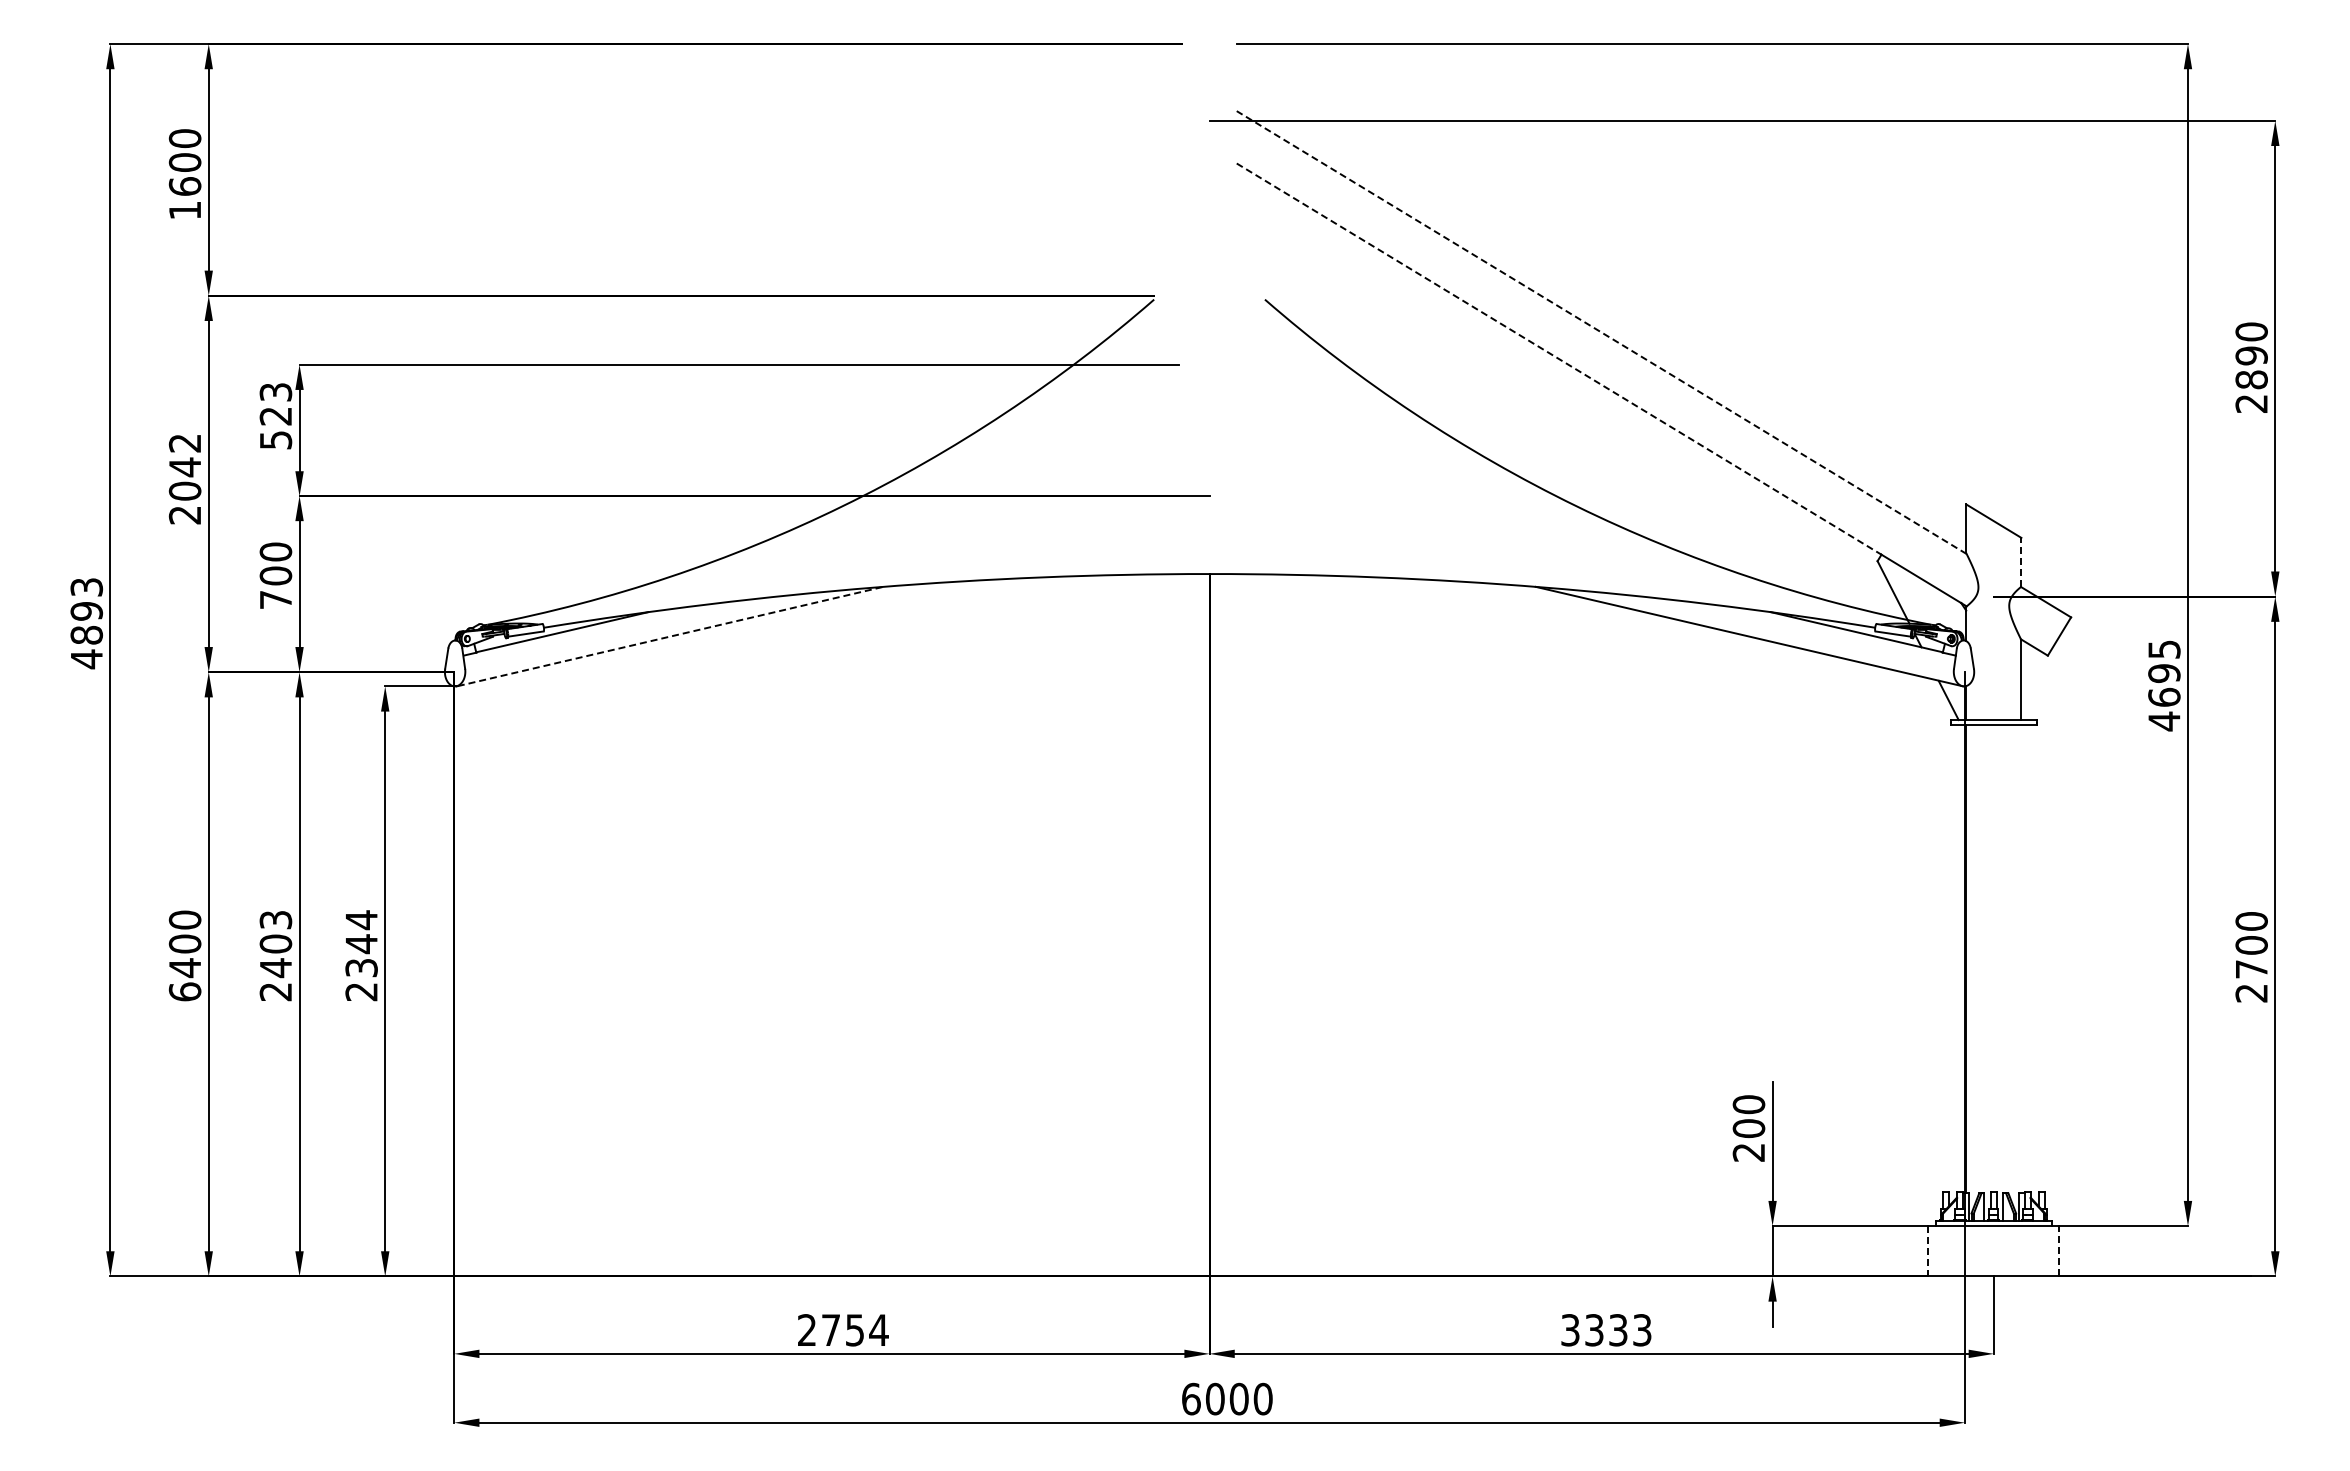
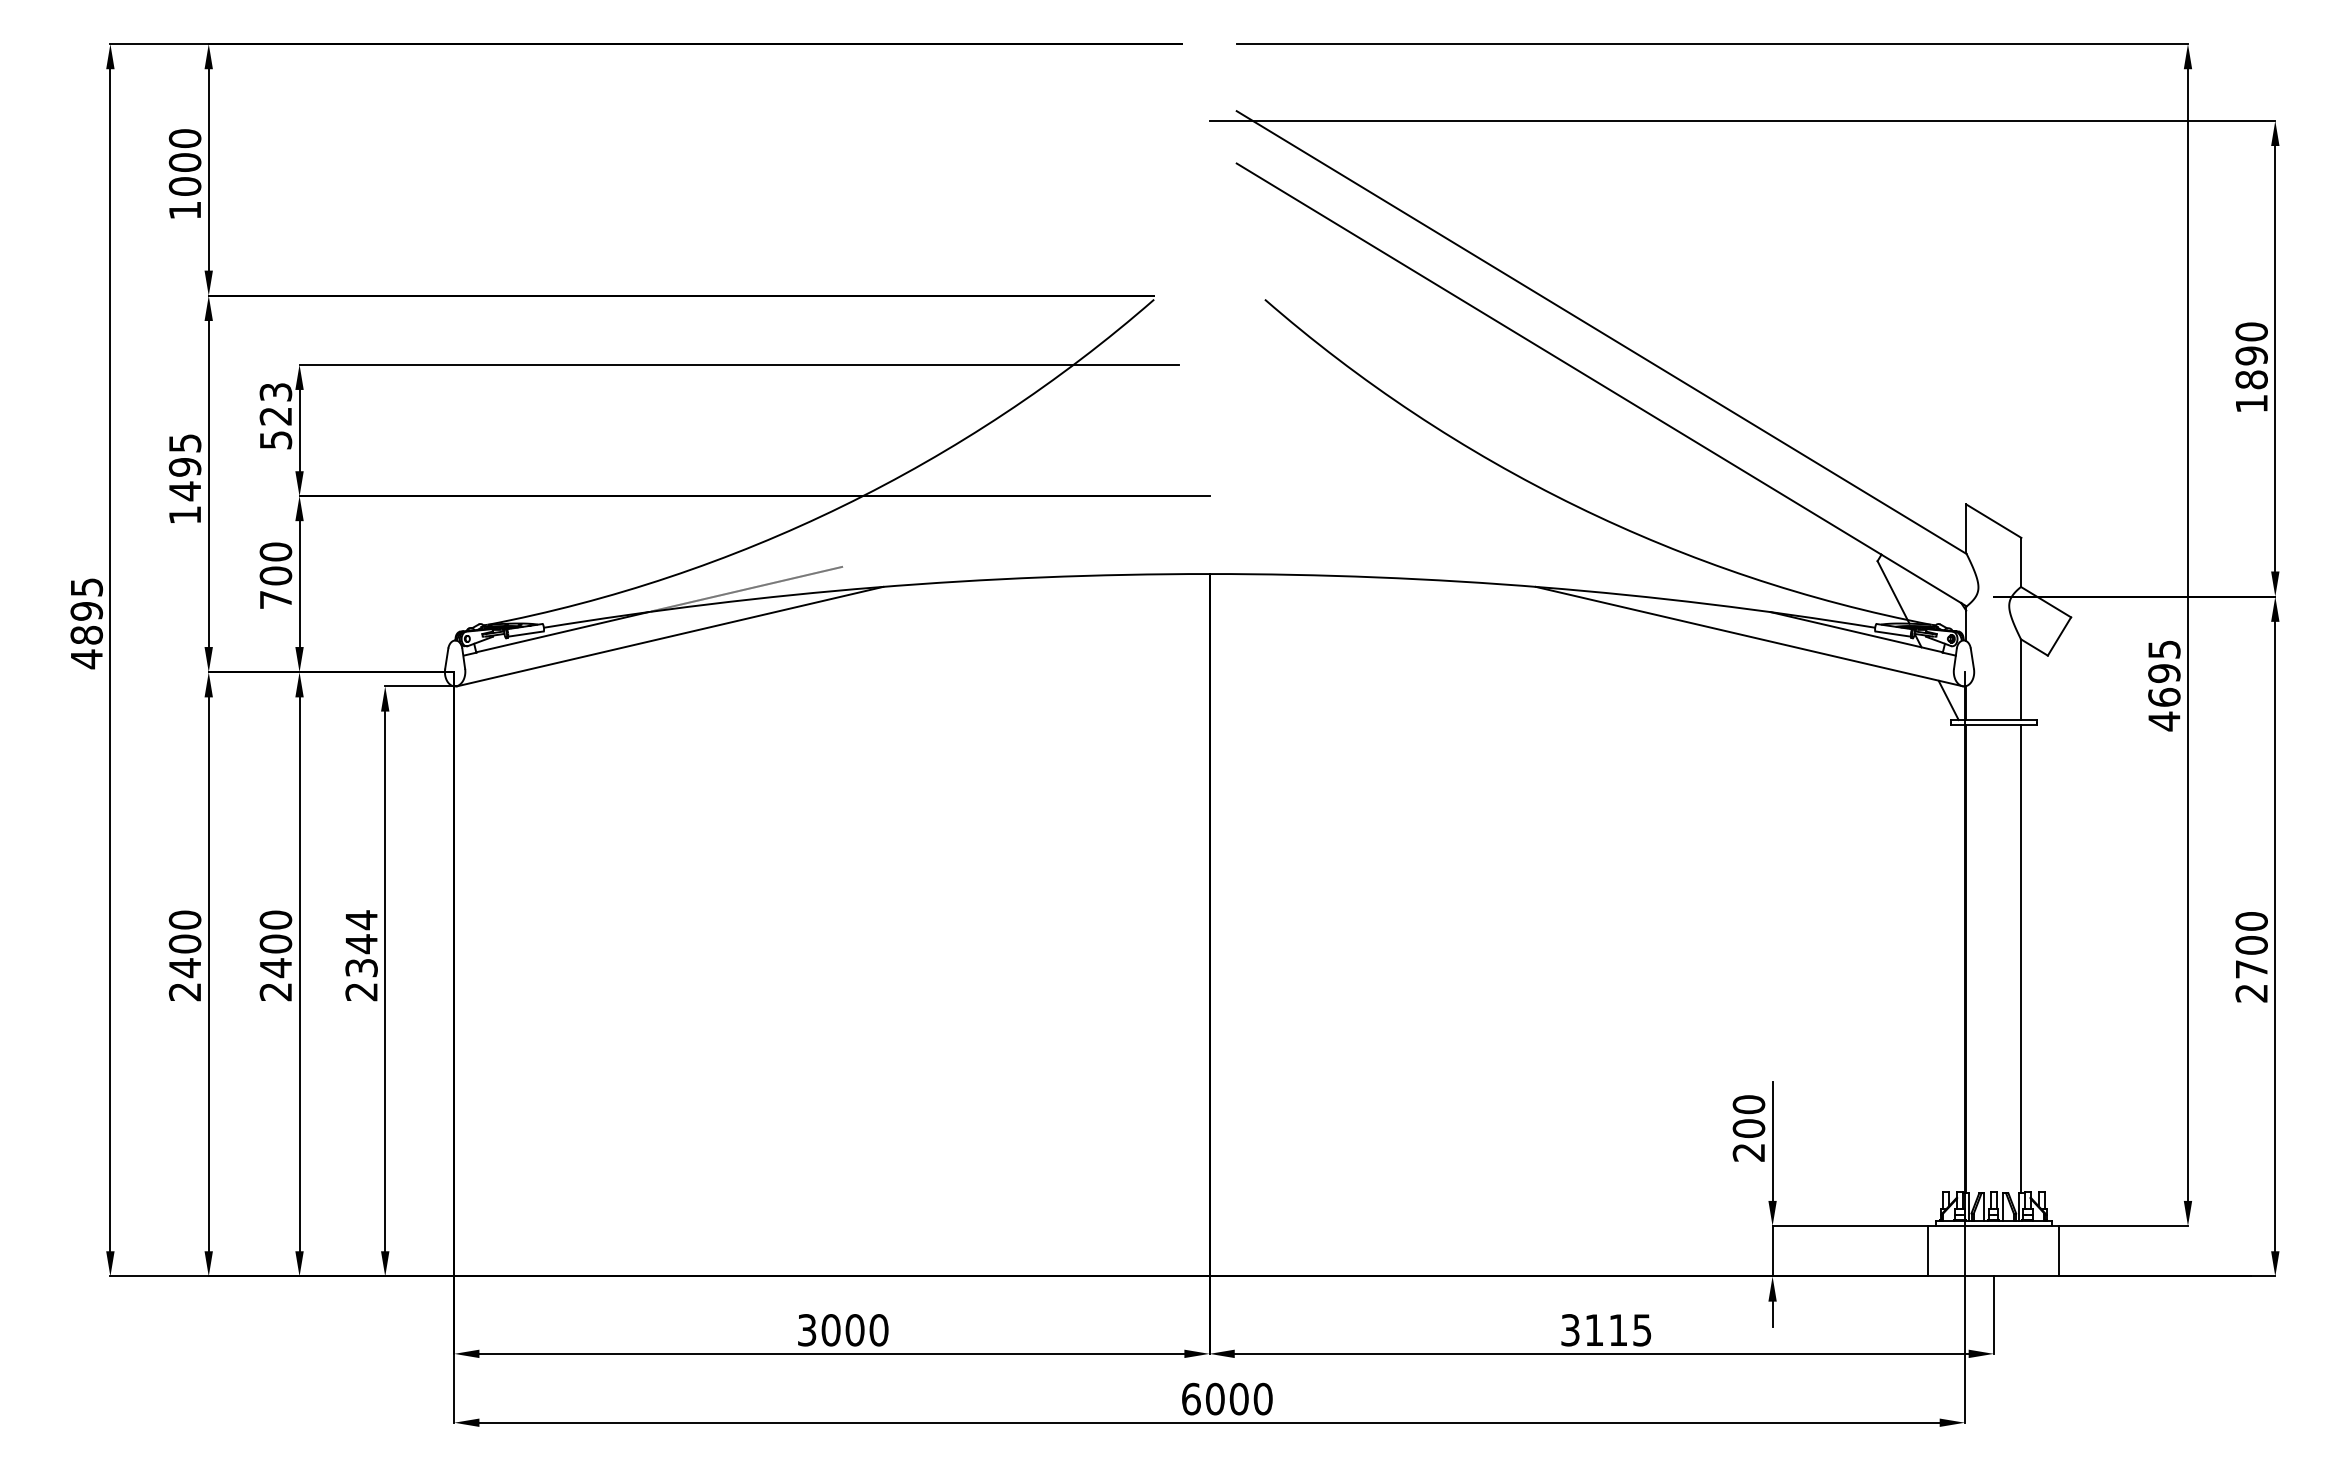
text at (184, 186): 1600 -> 1000
line at (1601, 332): dashed -> solid
line at (1559, 359): dashed -> solid
text at (2251, 403): 2890 -> 1890
text at (184, 479): 2042 -> 1495
line at (2021, 561): dashed -> solid
text at (86, 586): 4893 -> 4895
line at (746, 588): none -> present
line at (671, 636): dashed -> solid
text at (275, 919): 2403 -> 2400
line at (2021, 959): none -> present
text at (184, 991): 6400 -> 2400
line at (2059, 1250): dashed -> solid
line at (1928, 1251): dashed -> solid
text at (843, 1330): 2754 -> 3000
text at (1618, 1330): 3333 -> 3115
